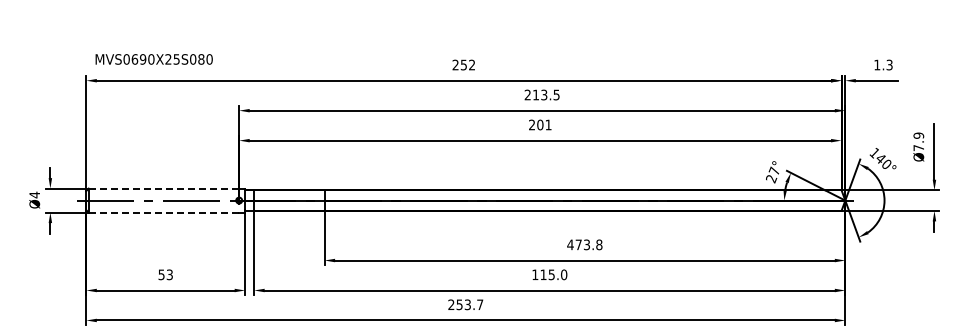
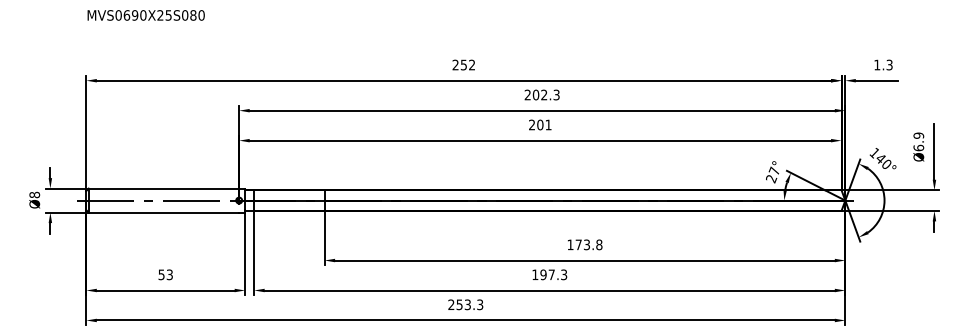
text at (153, 59) position: (153, 59) -> (145, 15)
text at (545, 94): 213.5 -> 202.3
text at (918, 147): Ø7.9 -> Ø6.9
line at (163, 188): dashed -> solid
text at (34, 194): Ø4 -> Ø8
line at (164, 212): dashed -> solid
text at (570, 244): 473.8 -> 173.8
text at (553, 274): 115.0 -> 197.3
text at (480, 304): 253.7 -> 253.3
